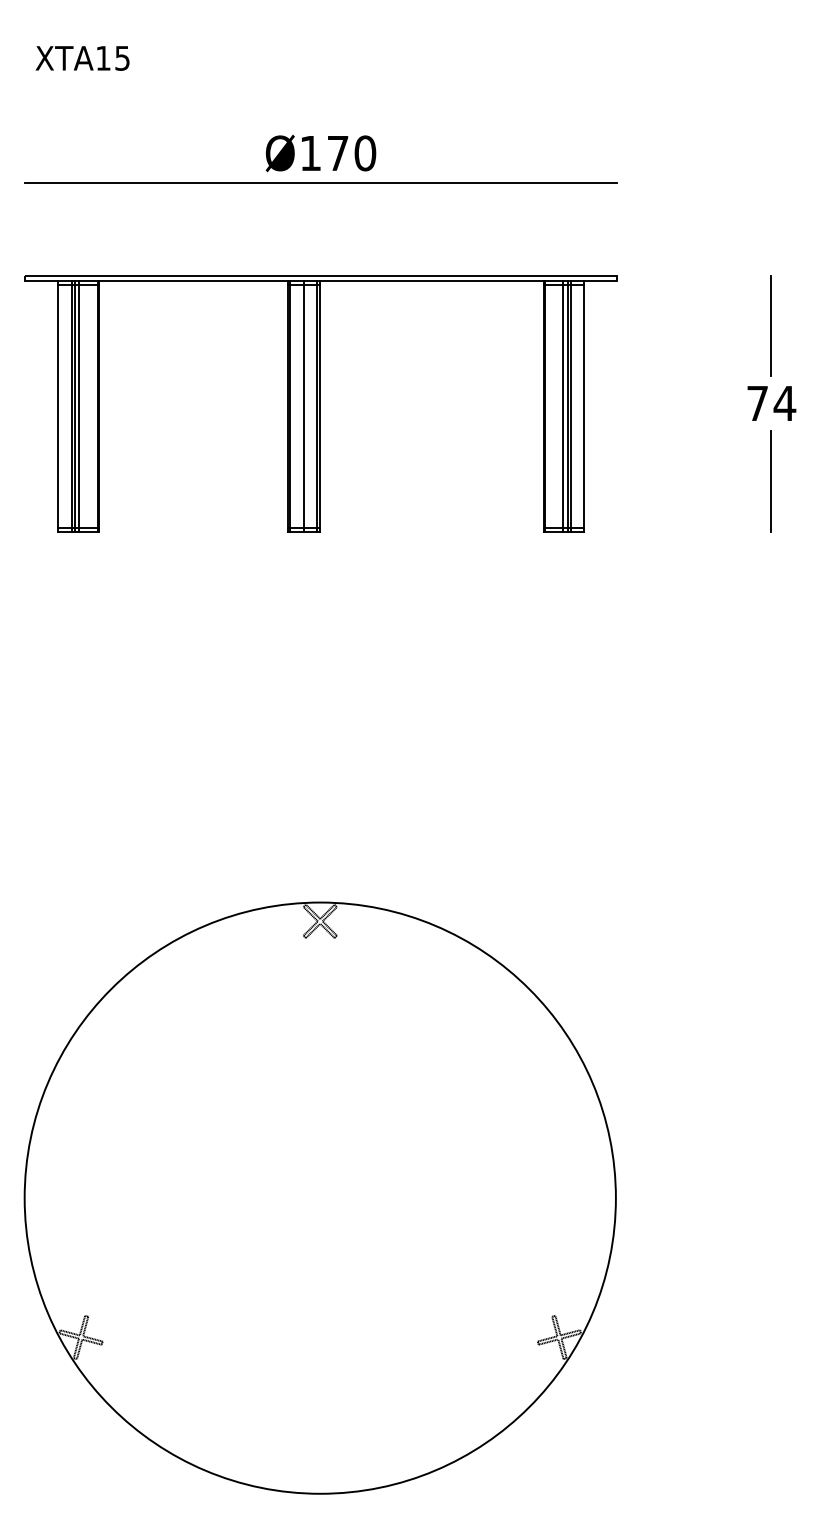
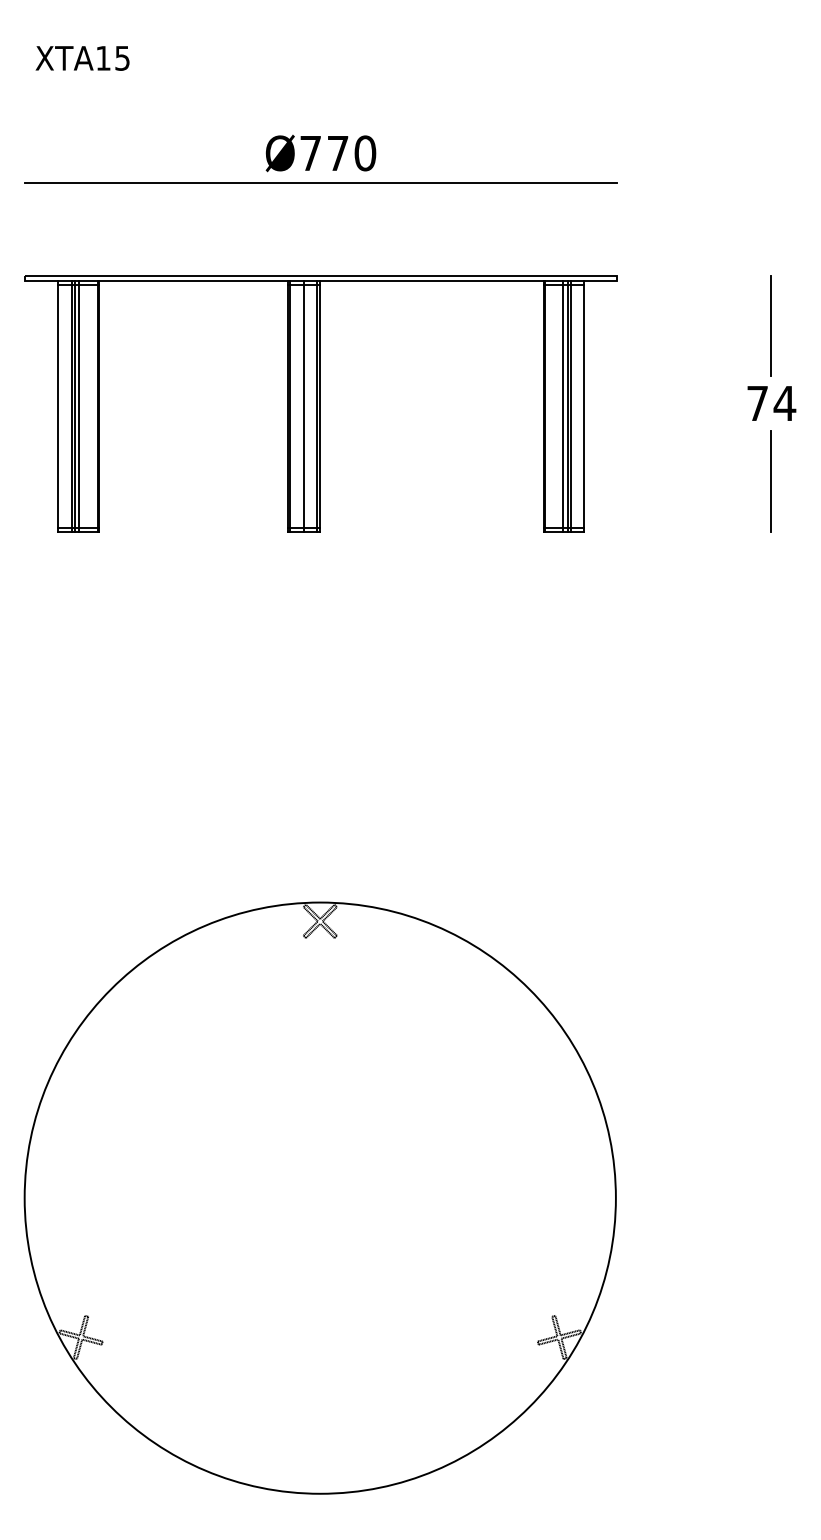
text at (310, 153): Ø170 -> Ø770
